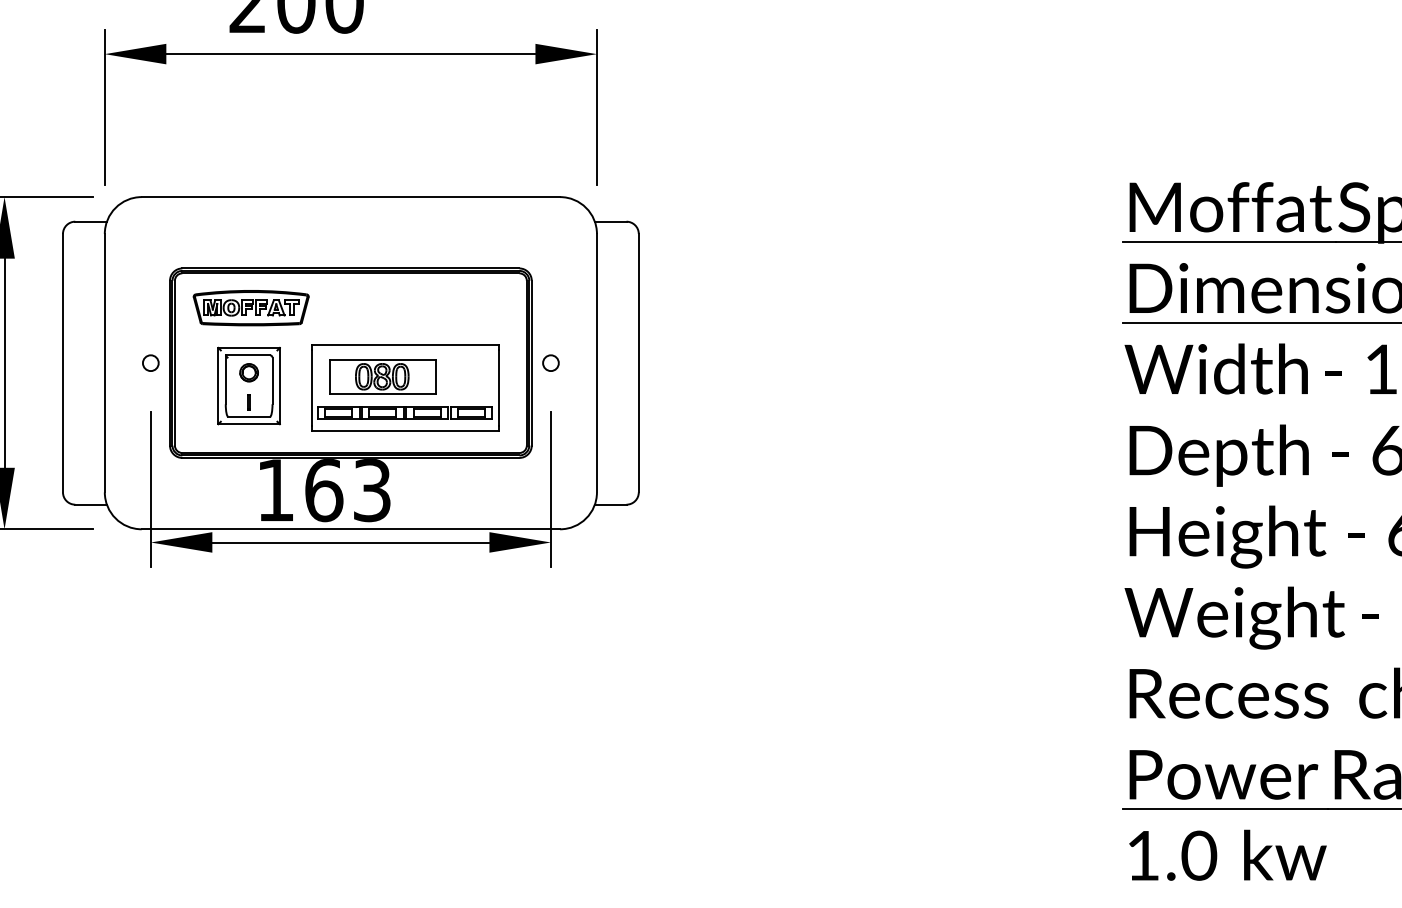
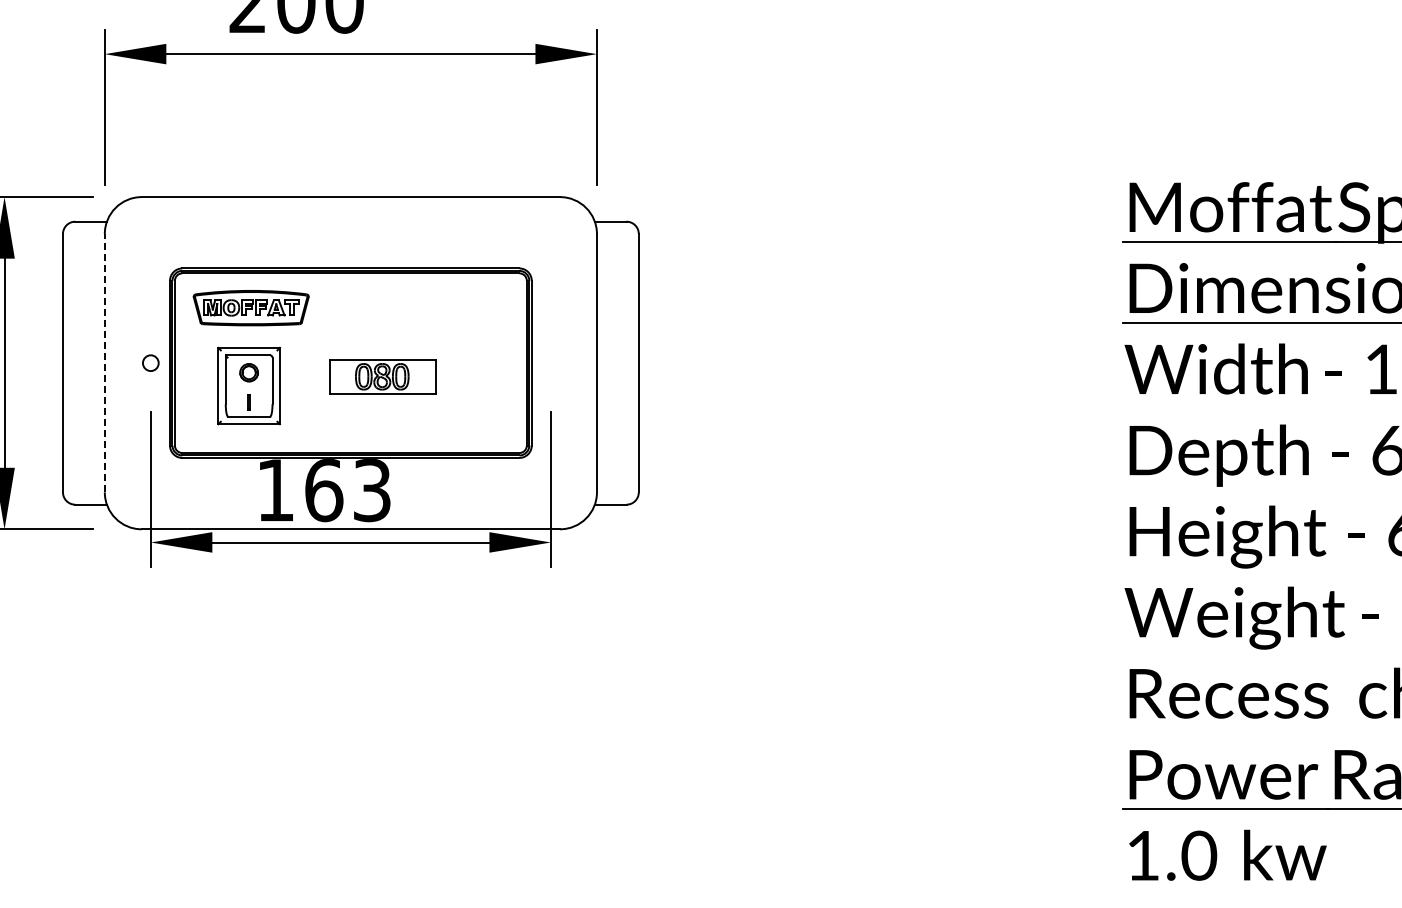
line at (104, 362): solid -> dashed
circle at (550, 362): present -> none
part at (405, 387): present -> none
